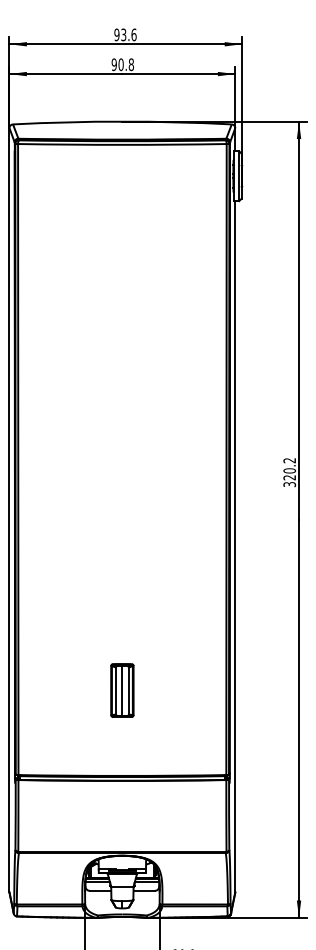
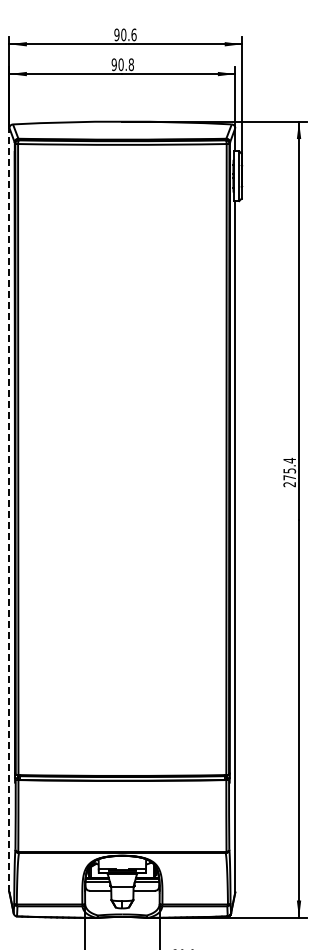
text at (123, 34): 93.6 -> 90.6
text at (289, 472): 320.2 -> 275.4
line at (9, 509): solid -> dashed
part at (122, 690): present -> none
